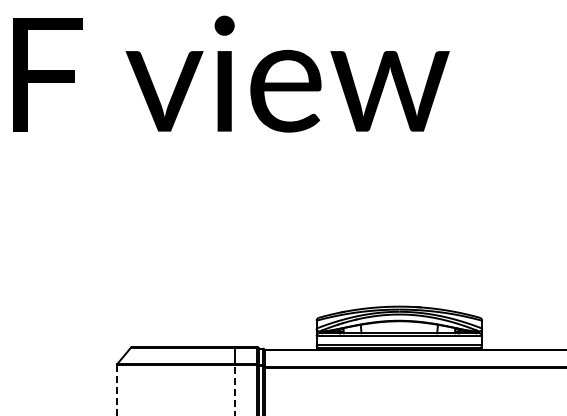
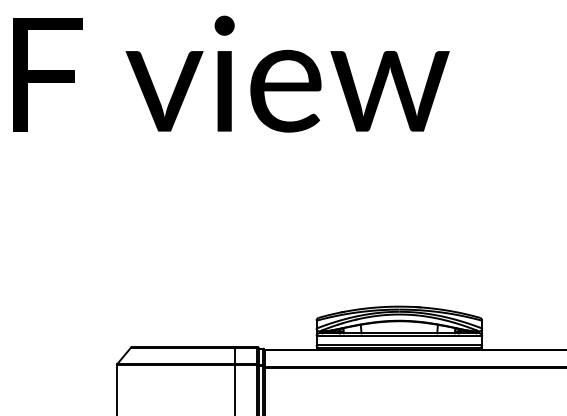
line at (116, 390): dashed -> solid
line at (235, 390): dashed -> solid
